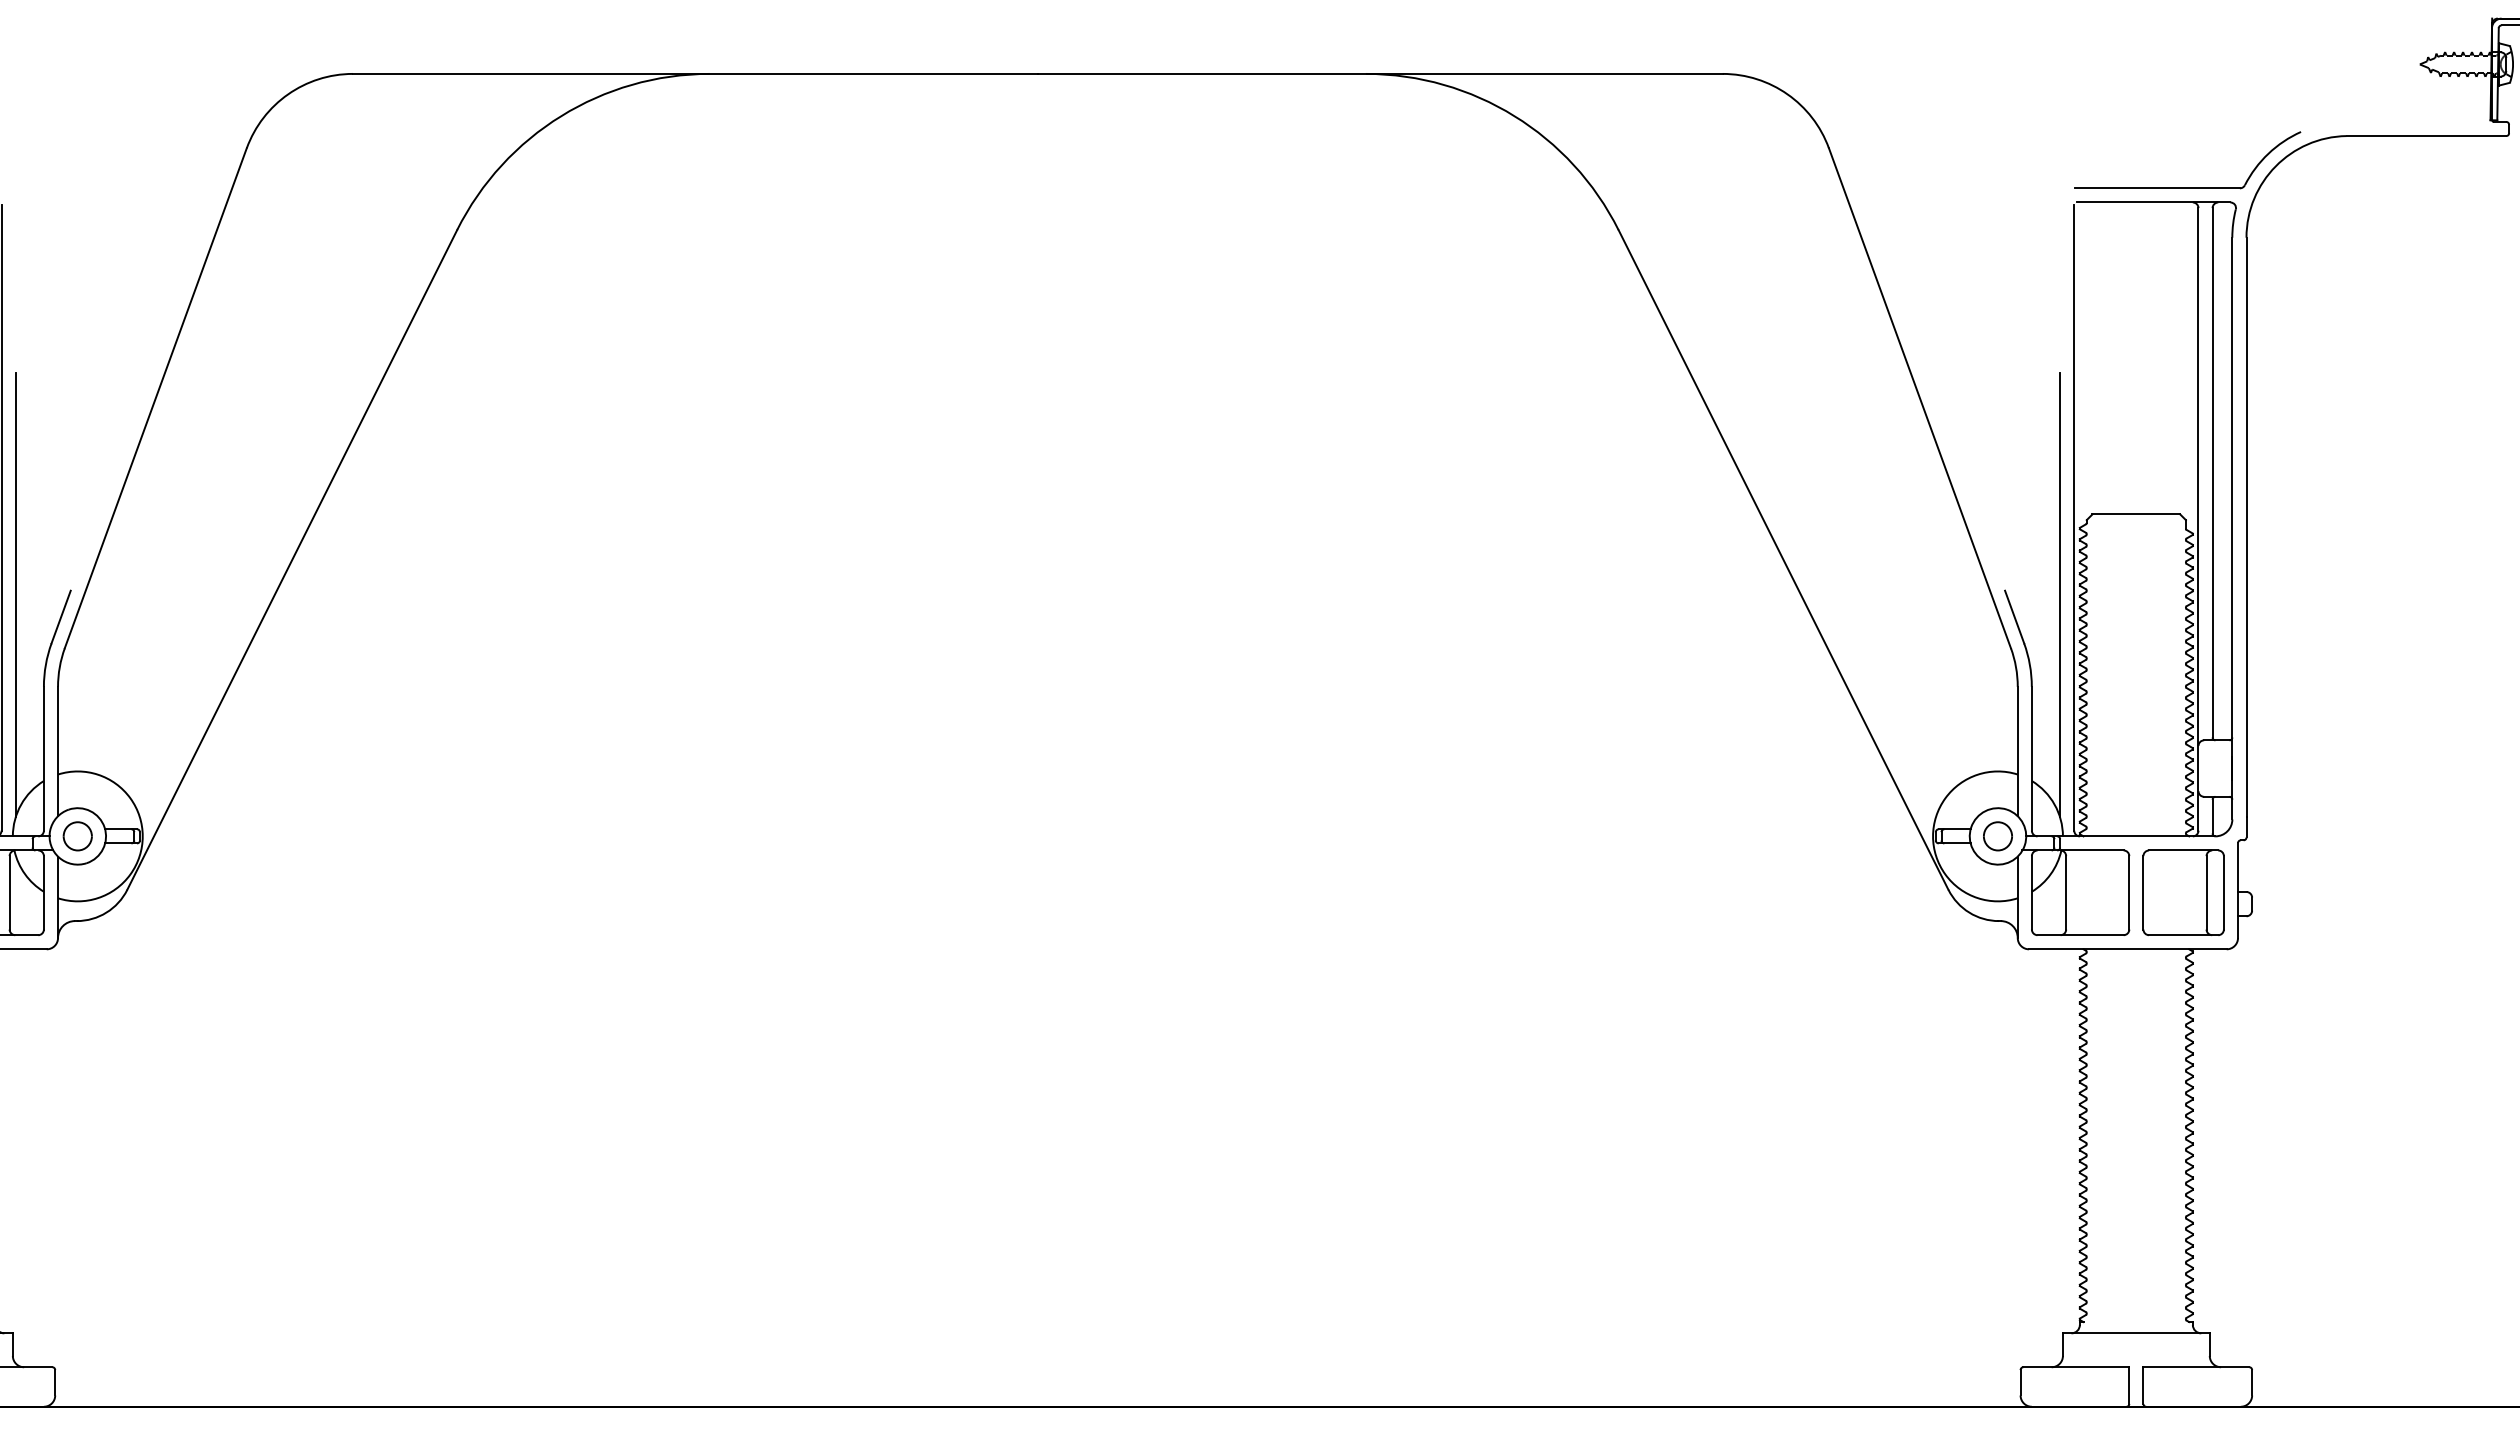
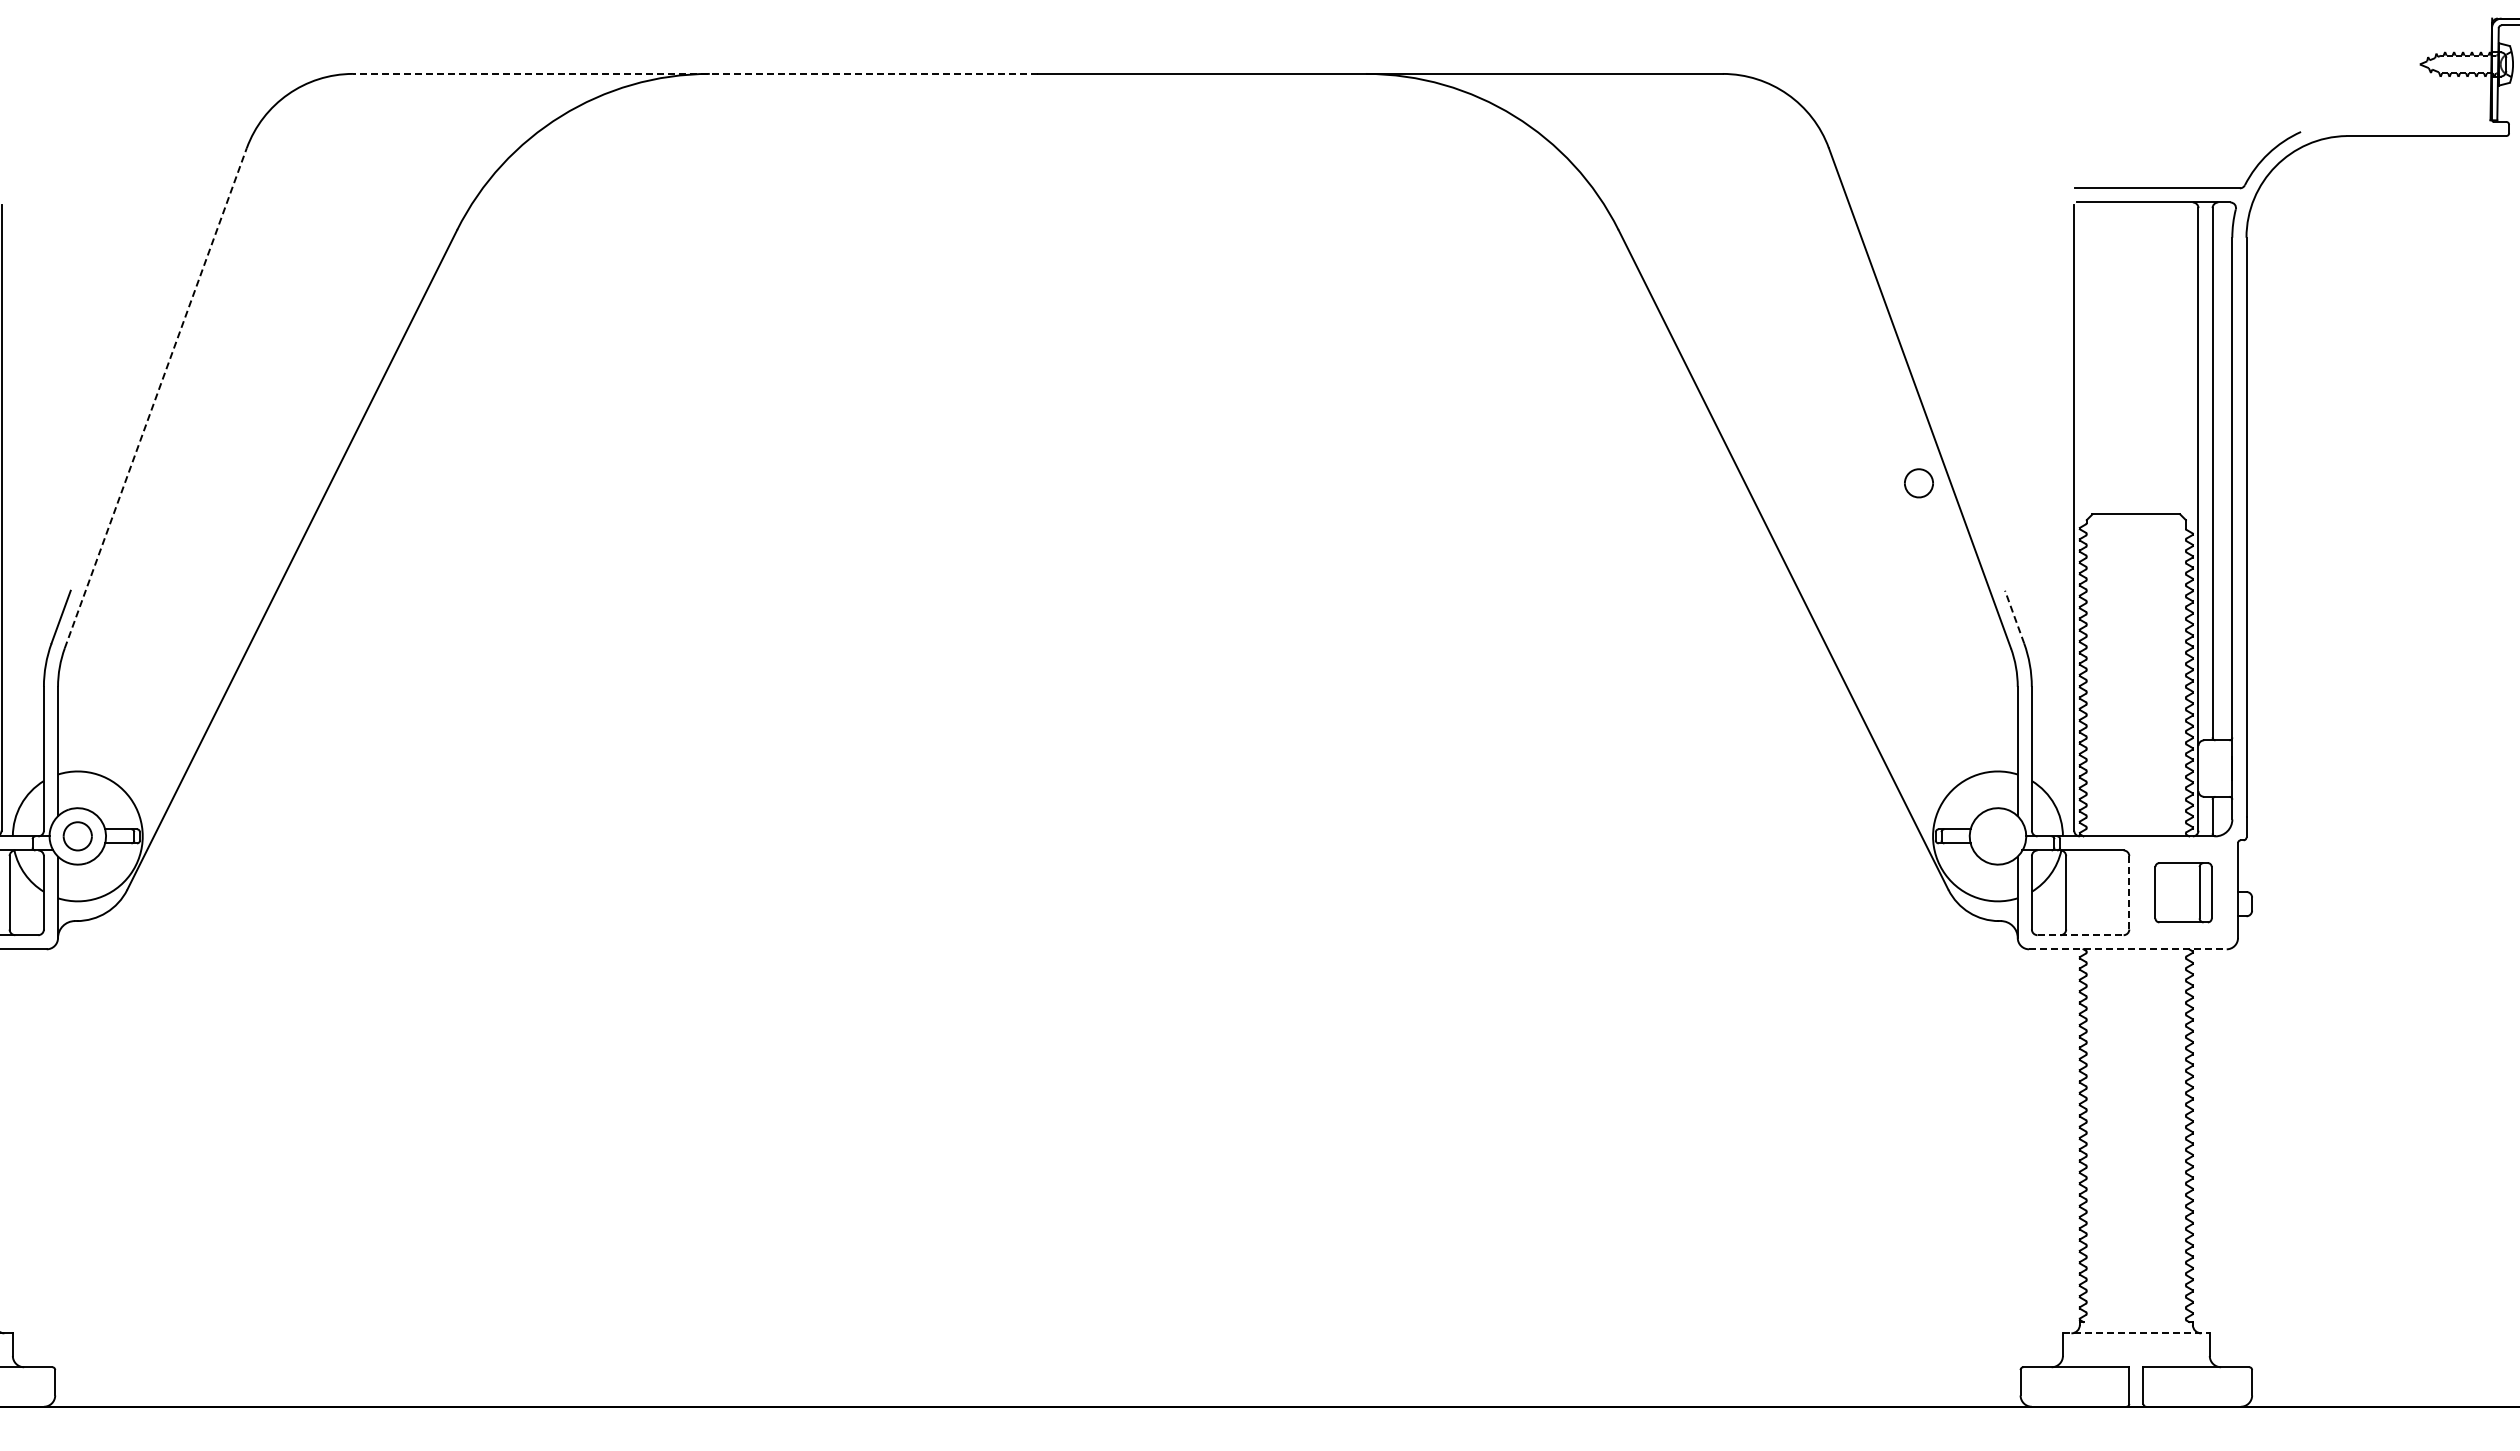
line at (694, 73): solid -> dashed
line at (155, 397): solid -> dashed
line at (15, 595): present -> none
line at (2060, 595): present -> none
line at (2014, 616): solid -> dashed
part at (1997, 836) position: (1997, 836) -> (1918, 483)
line at (2129, 892): solid -> dashed
part at (2183, 892) size: 83x87 px -> 59x62 px
line at (2081, 935): solid -> dashed
line at (2127, 949): solid -> dashed
line at (2136, 1333): solid -> dashed
